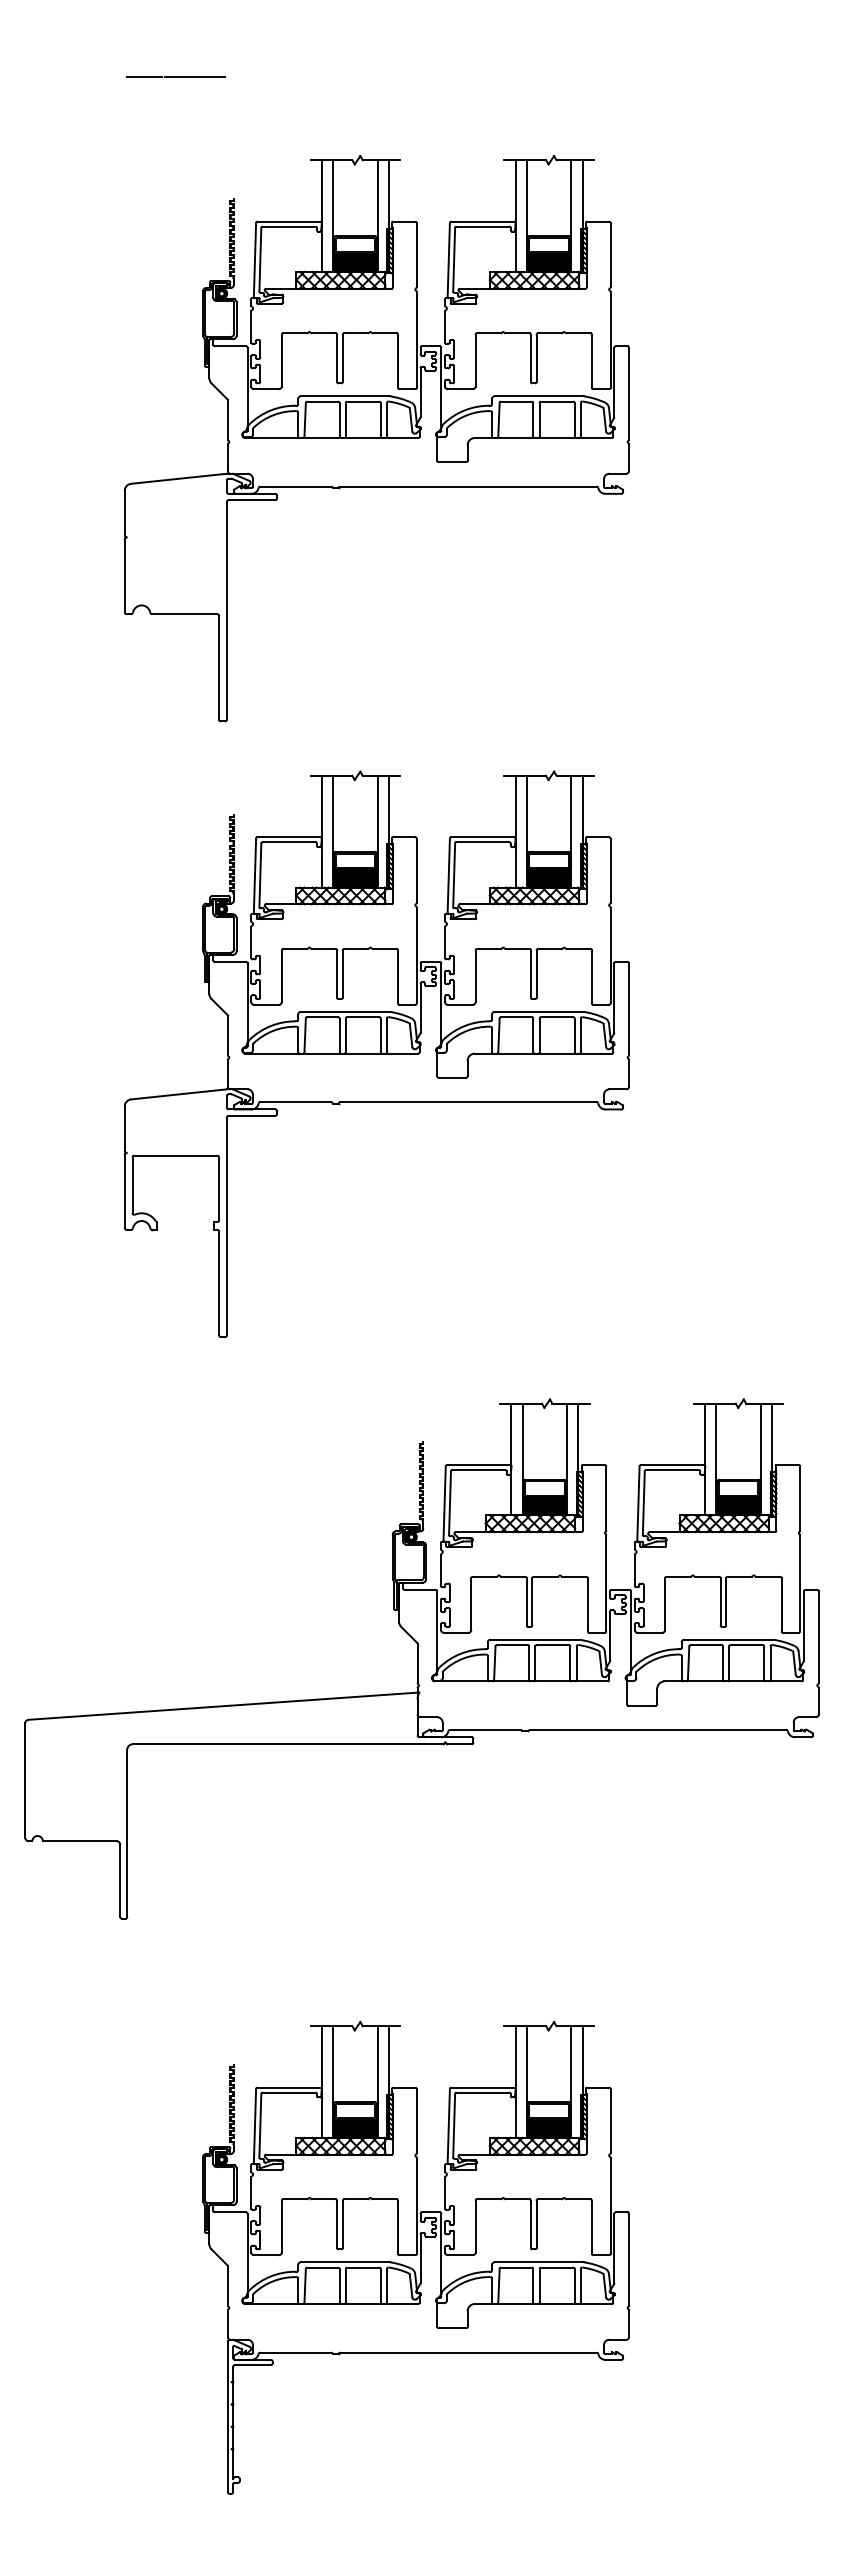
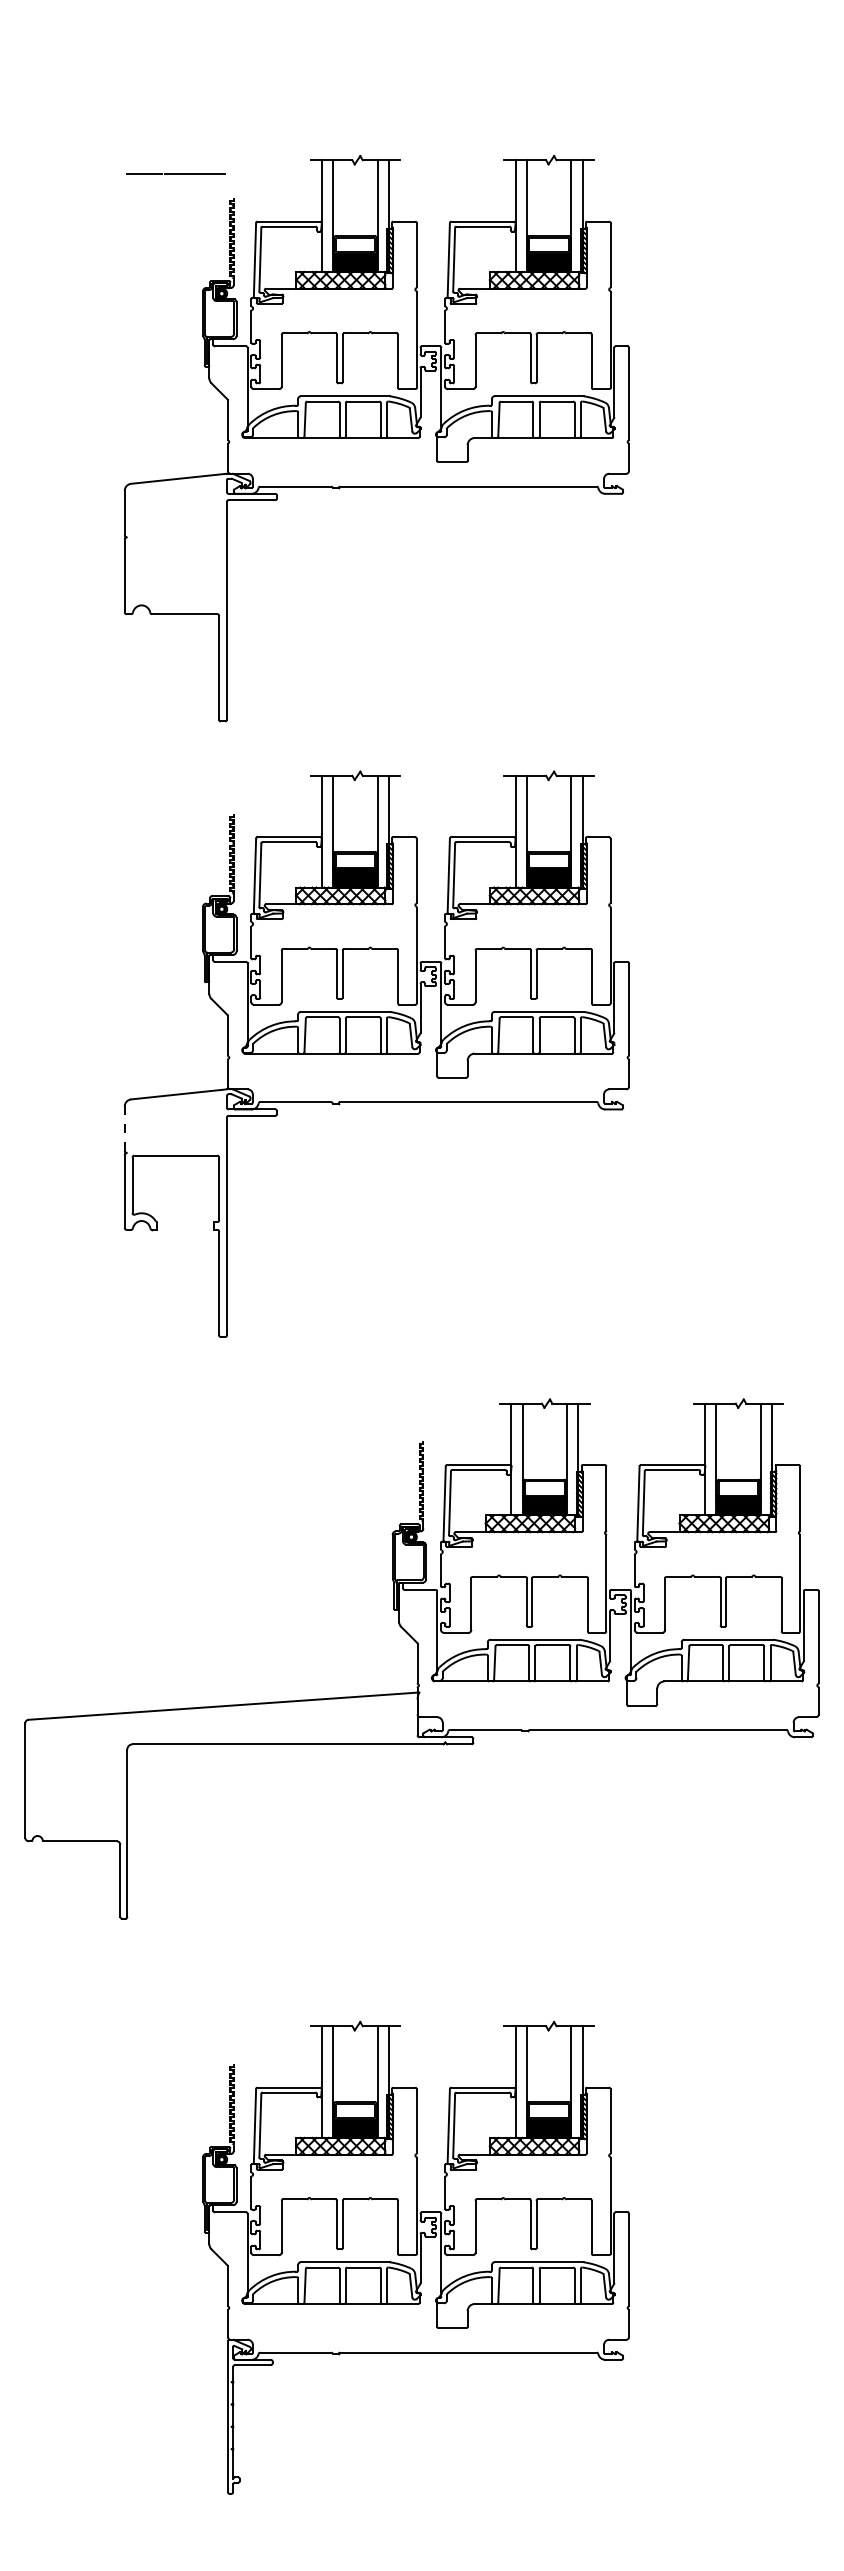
line at (175, 76) position: (175, 76) -> (175, 173)
line at (124, 1128): solid -> dashed
